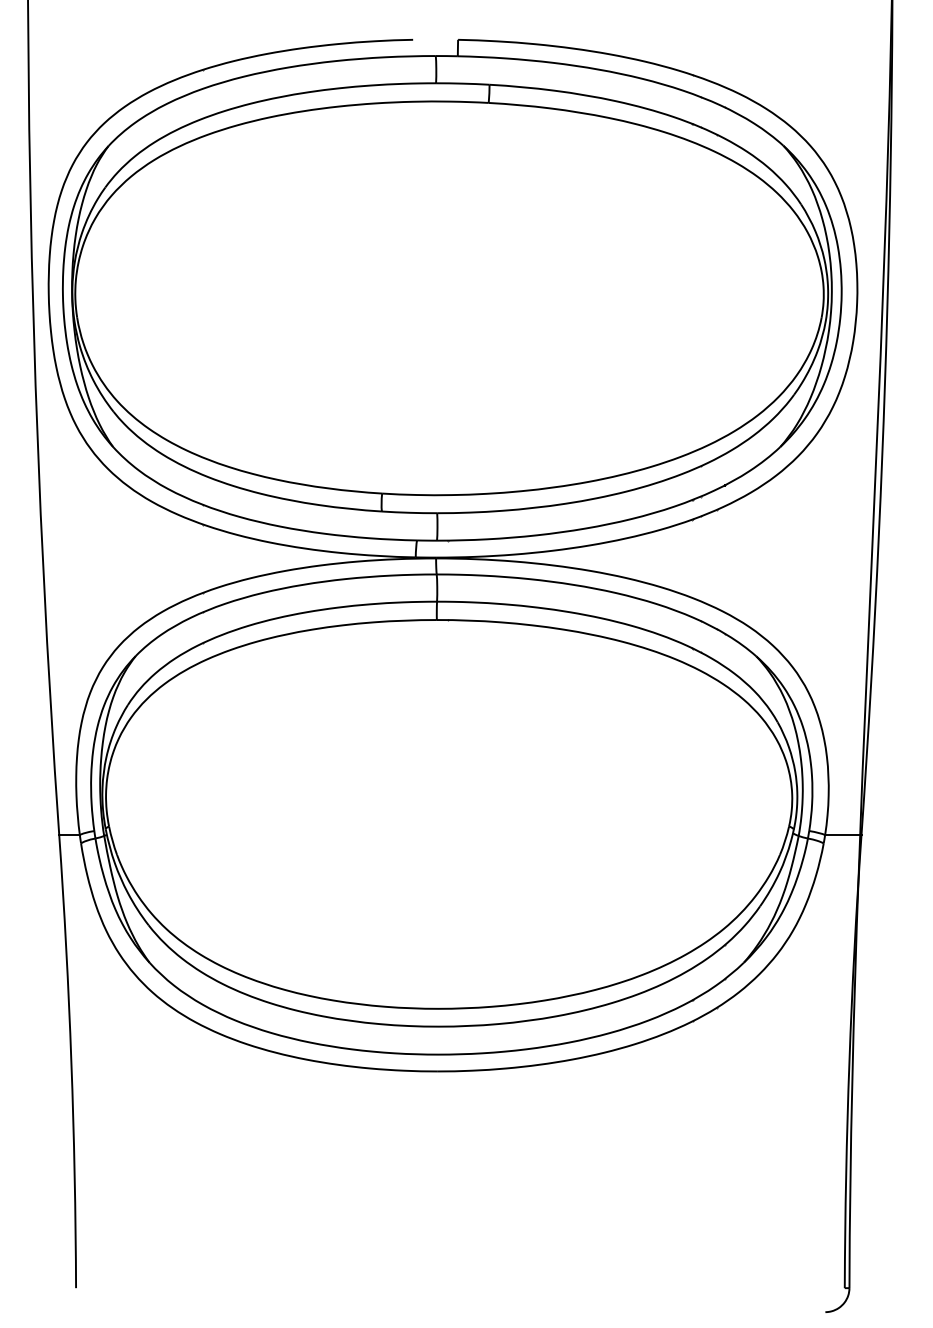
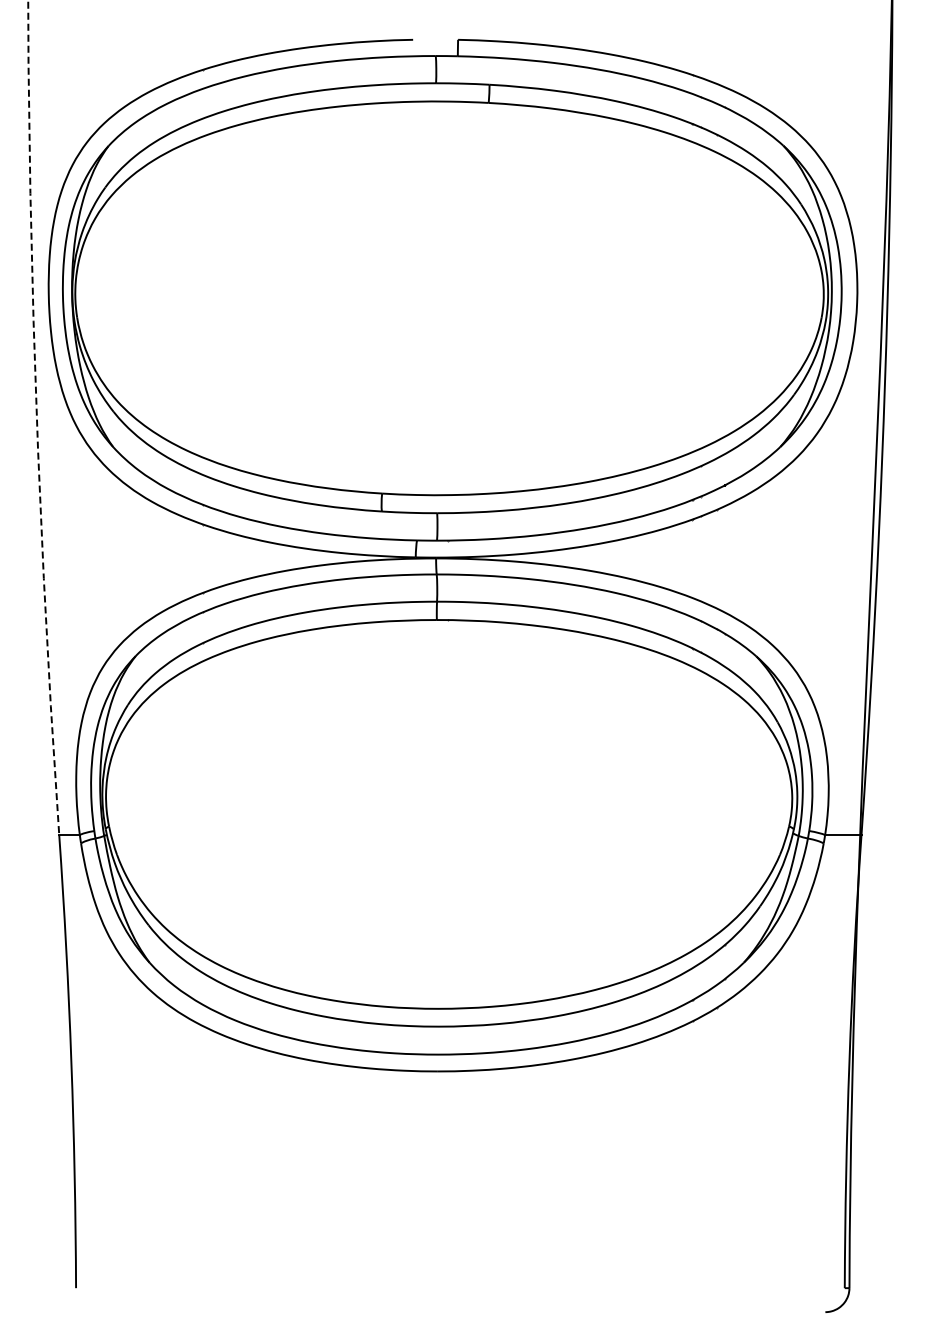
arc at (36, 417): solid -> dashed
